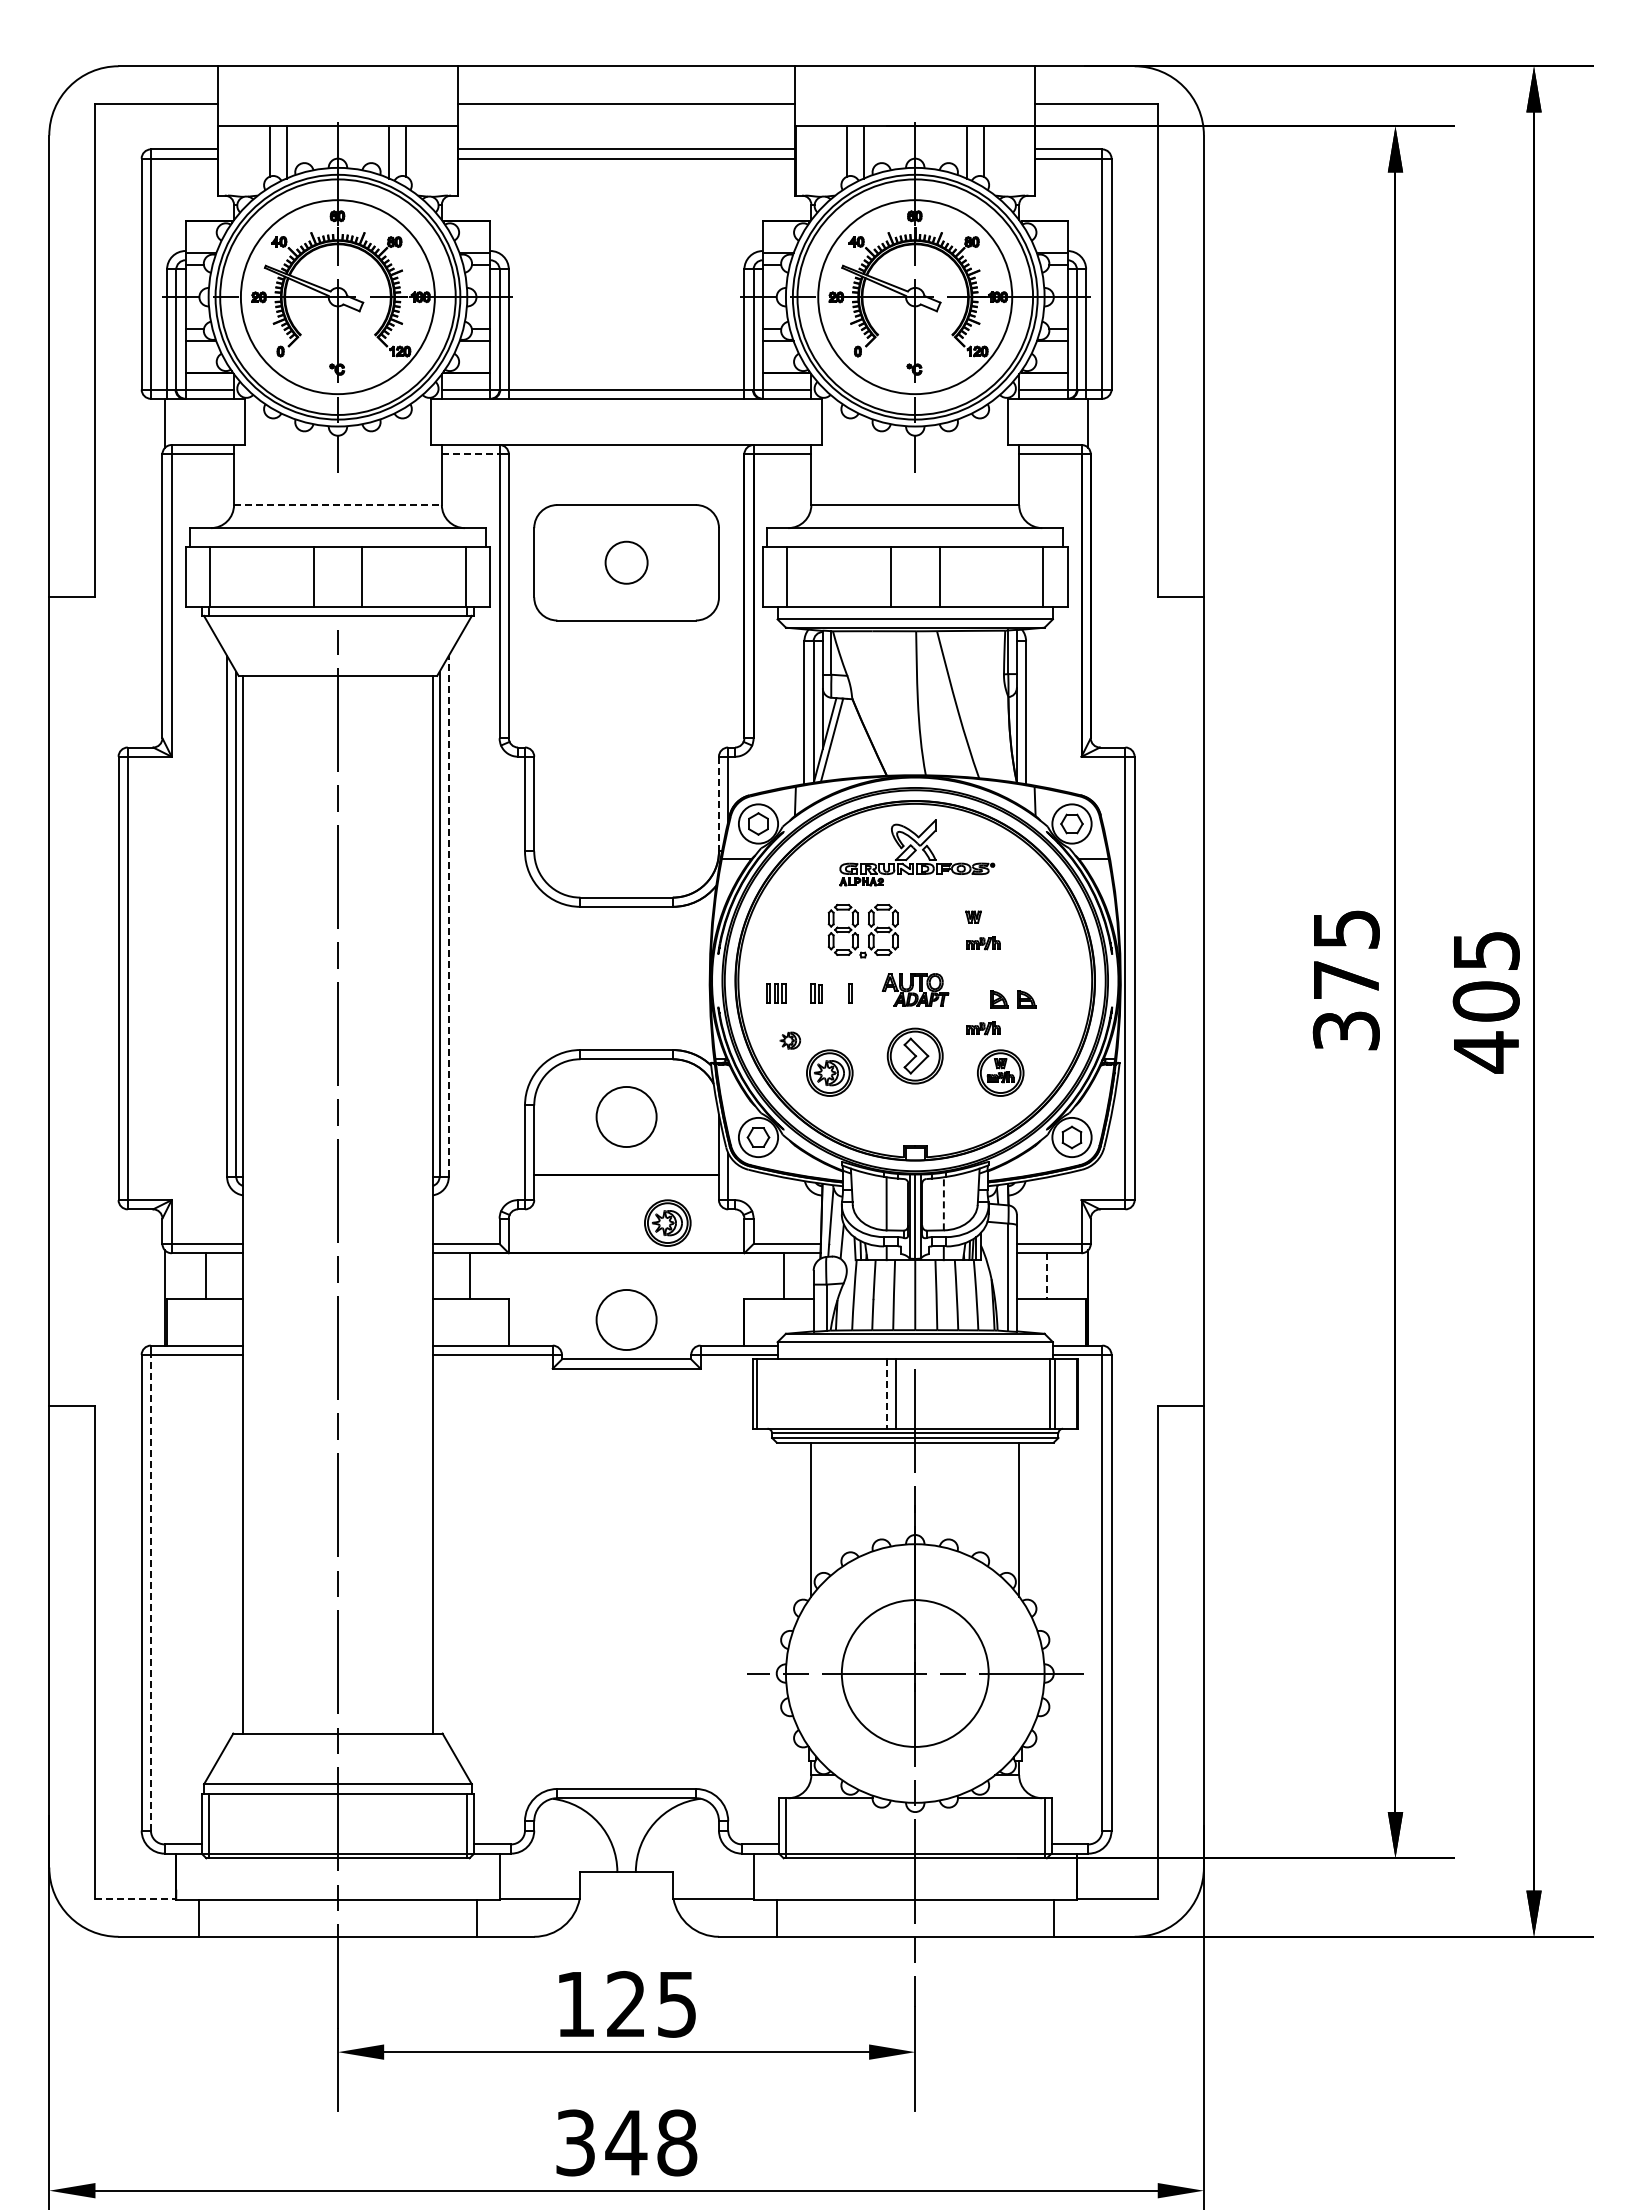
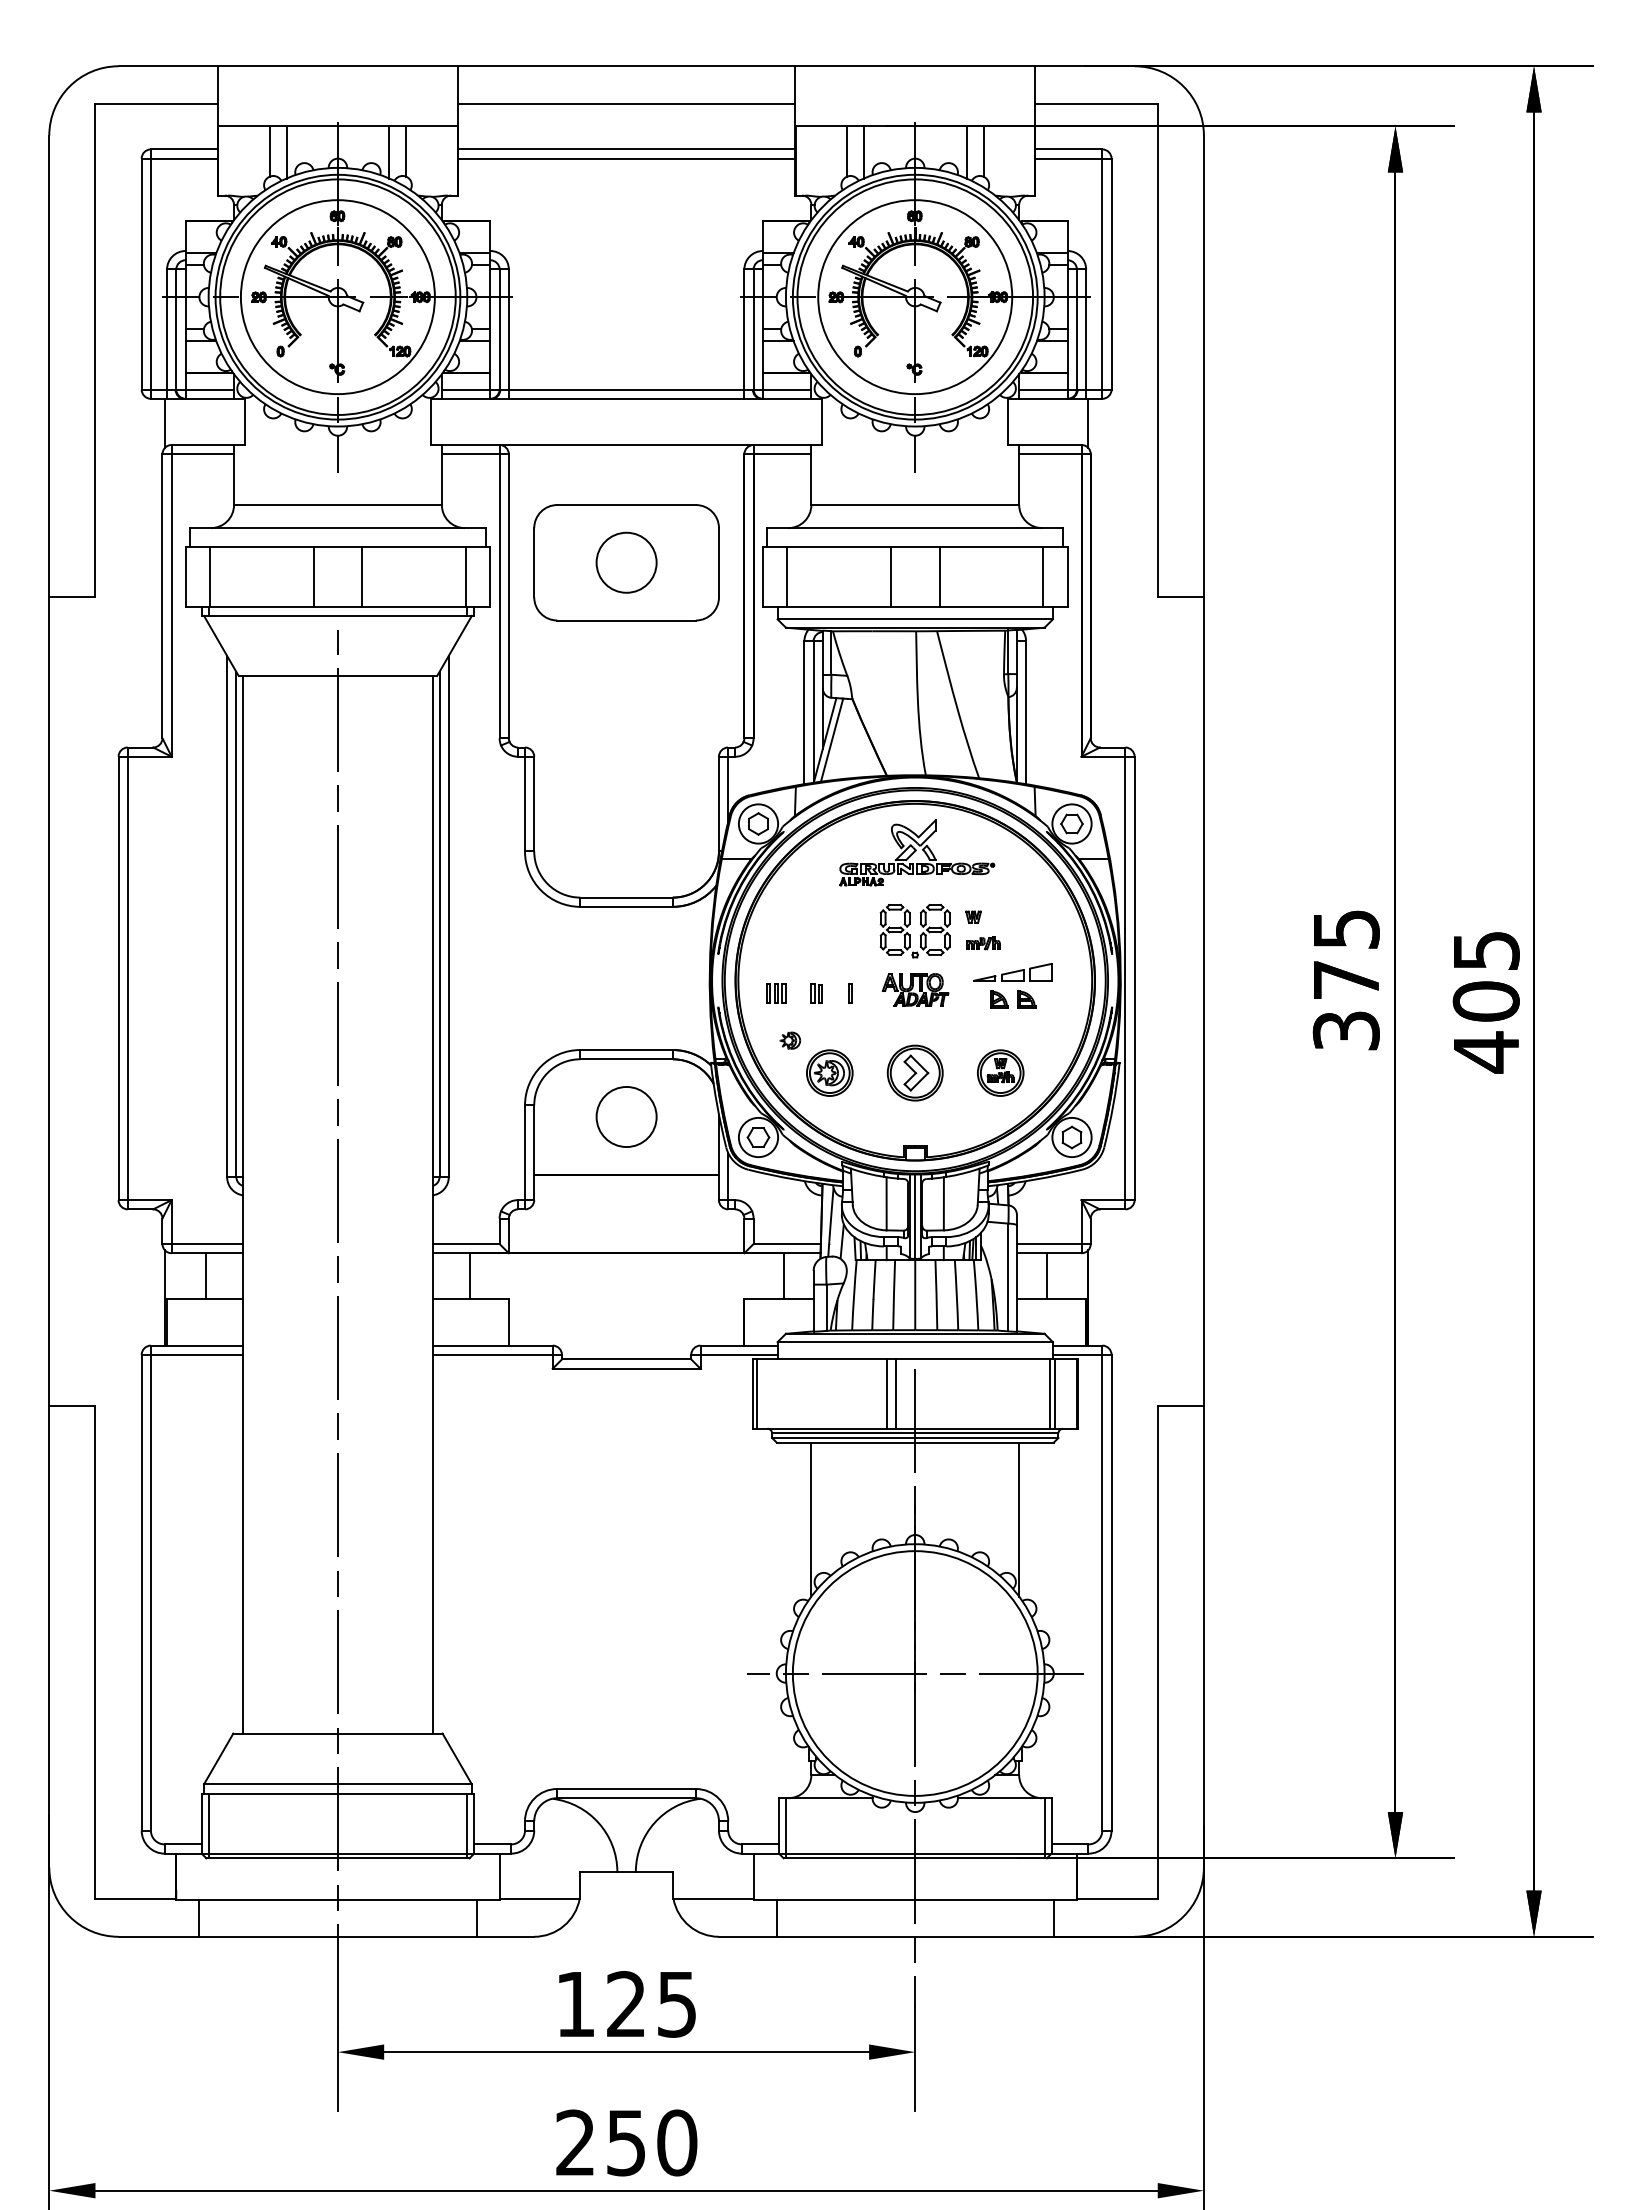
line at (470, 454): dashed -> solid
line at (337, 505): dashed -> solid
circle at (626, 562) diameter: 42 px -> 60 px
line at (718, 804): dashed -> solid
line at (448, 916): dashed -> solid
part at (862, 930) position: (862, 930) -> (914, 930)
part at (1012, 972): none -> present
part at (983, 1028): present -> none
part at (914, 1055) position: (914, 1055) -> (914, 1072)
line at (943, 1203): dashed -> solid
part at (667, 1222): present -> none
line at (1046, 1276): dashed -> solid
circle at (626, 1319): present -> none
line at (887, 1394): dashed -> solid
line at (150, 1592): dashed -> solid
circle at (914, 1673) diameter: 147 px -> 245 px
line at (136, 1898): dashed -> solid
text at (626, 2142): 348 -> 250
